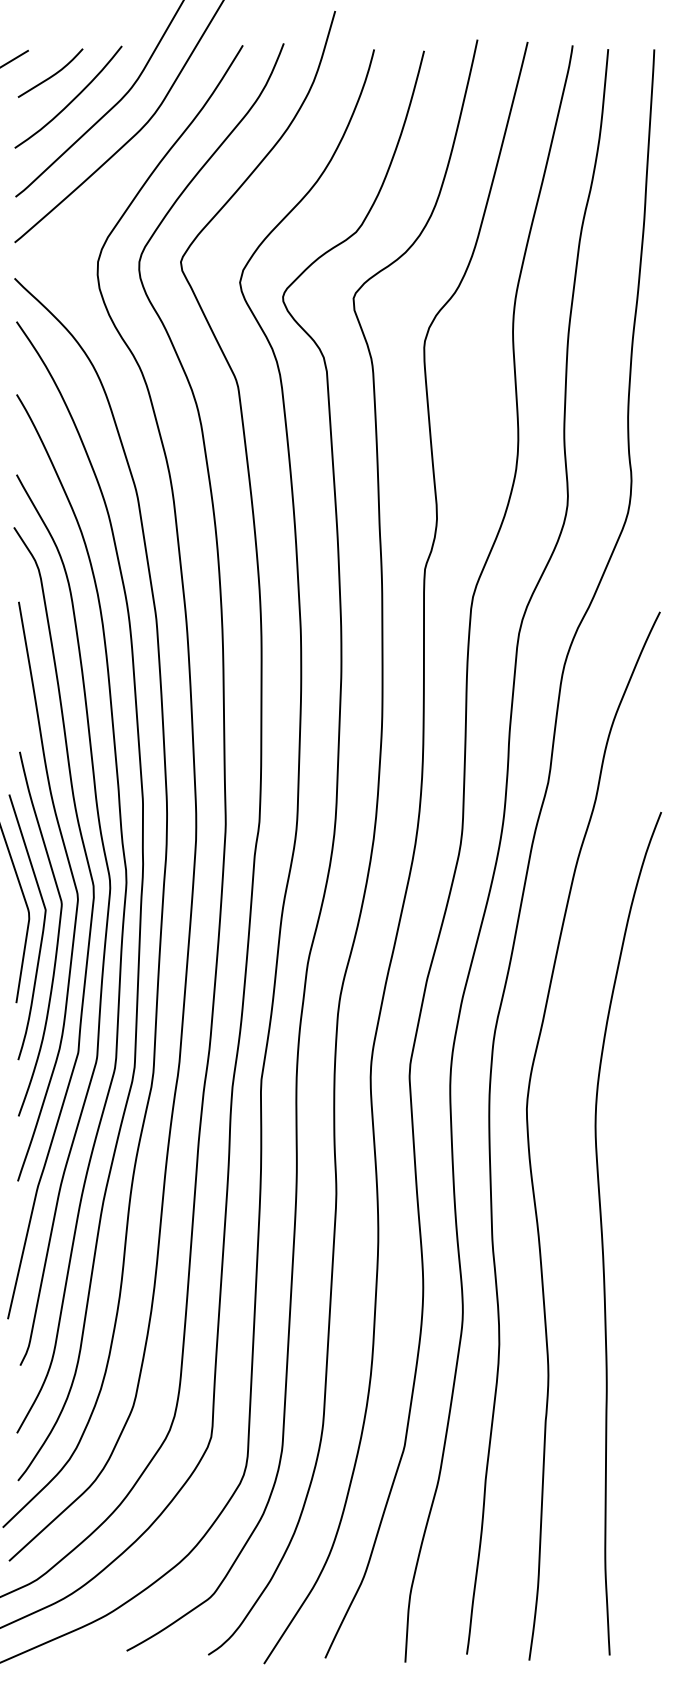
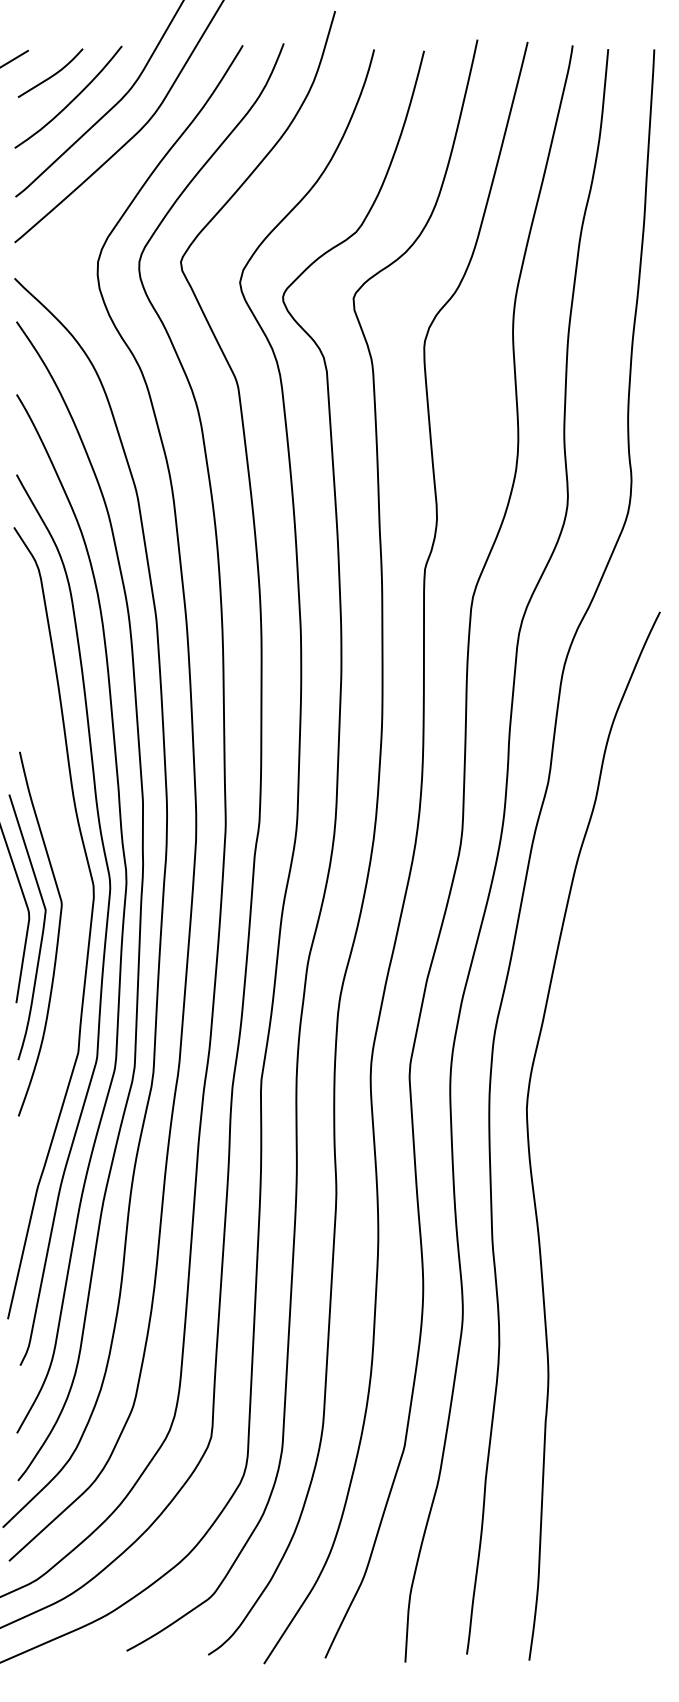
curve at (73, 883): present -> none
curve at (603, 1238): present -> none
